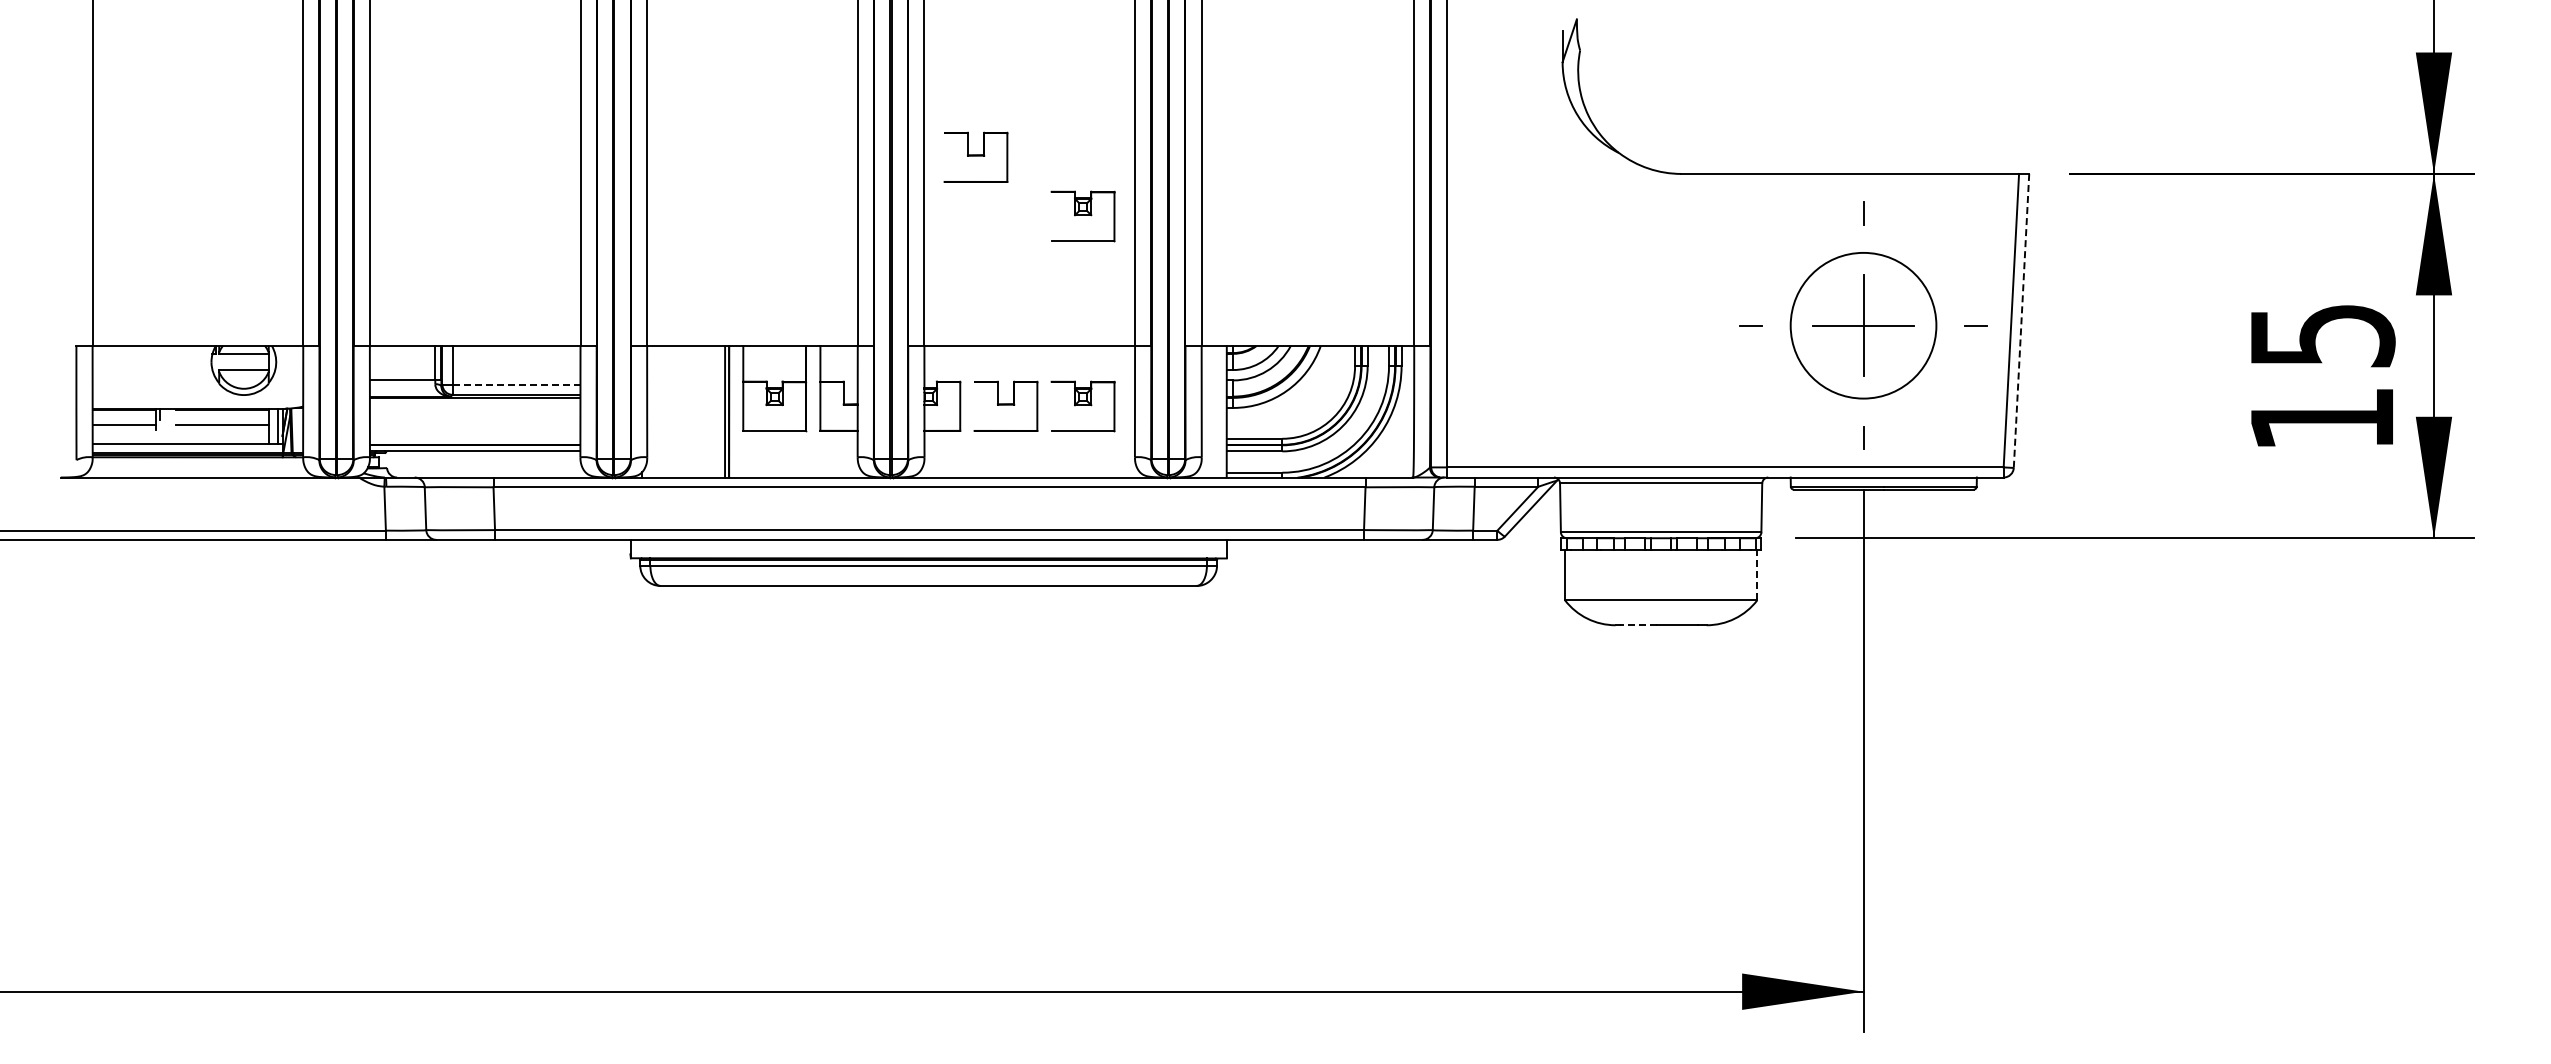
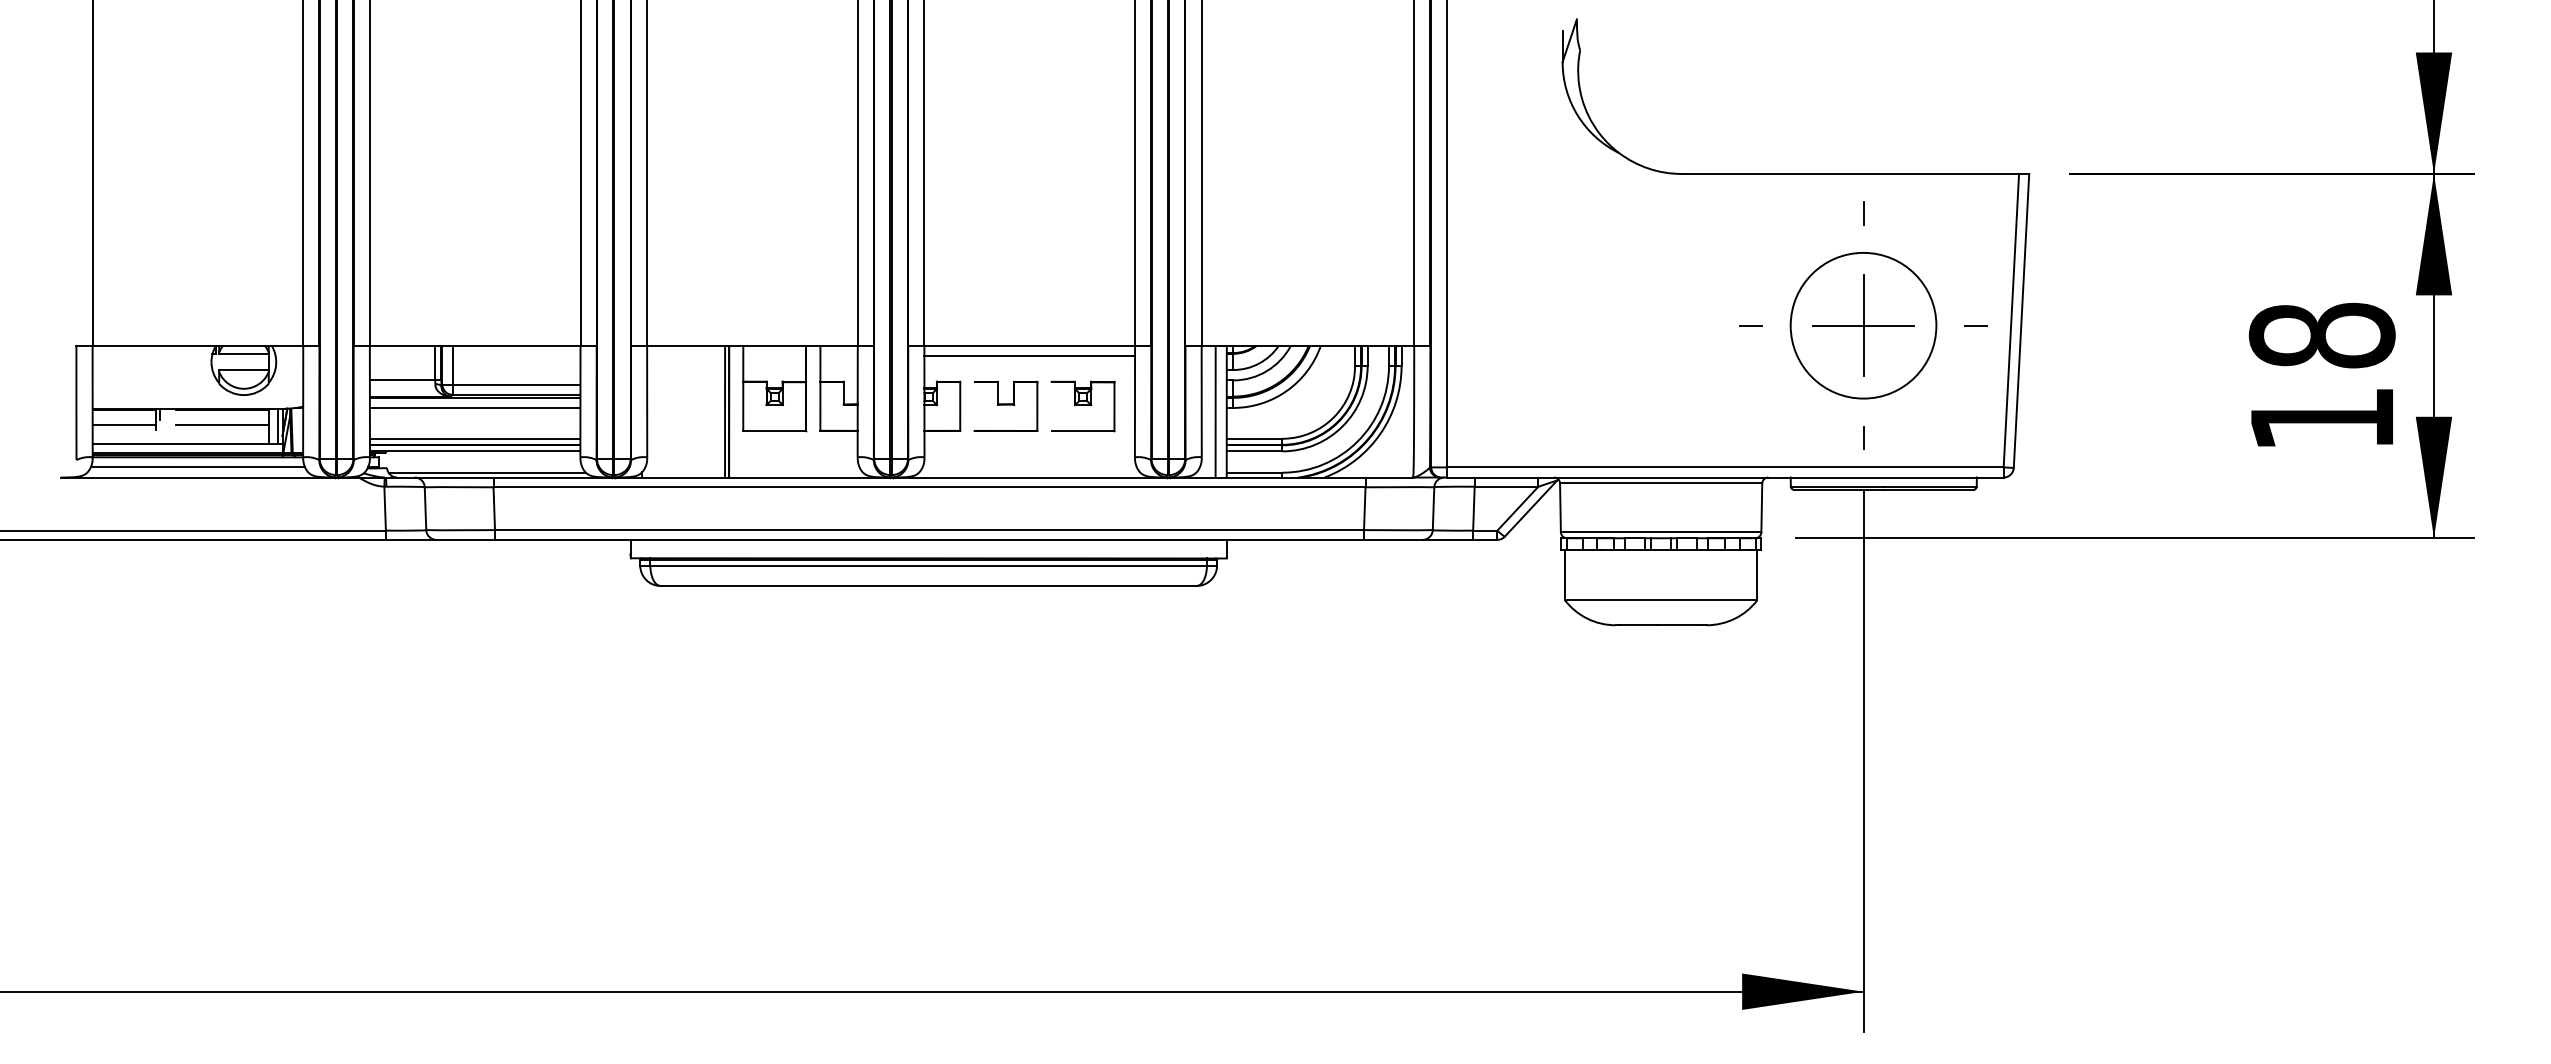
part at (975, 156): present -> none
part at (1082, 216): present -> none
line at (2021, 321): dashed -> solid
text at (2321, 335): 15 -> 18
line at (1029, 355): none -> present
line at (516, 384): dashed -> solid
line at (474, 407): none -> present
line at (1215, 411): none -> present
line at (474, 438): none -> present
line at (197, 467): none -> present
line at (486, 472): none -> present
line at (1757, 575): dashed -> solid
line at (1637, 625): dashed -> solid
